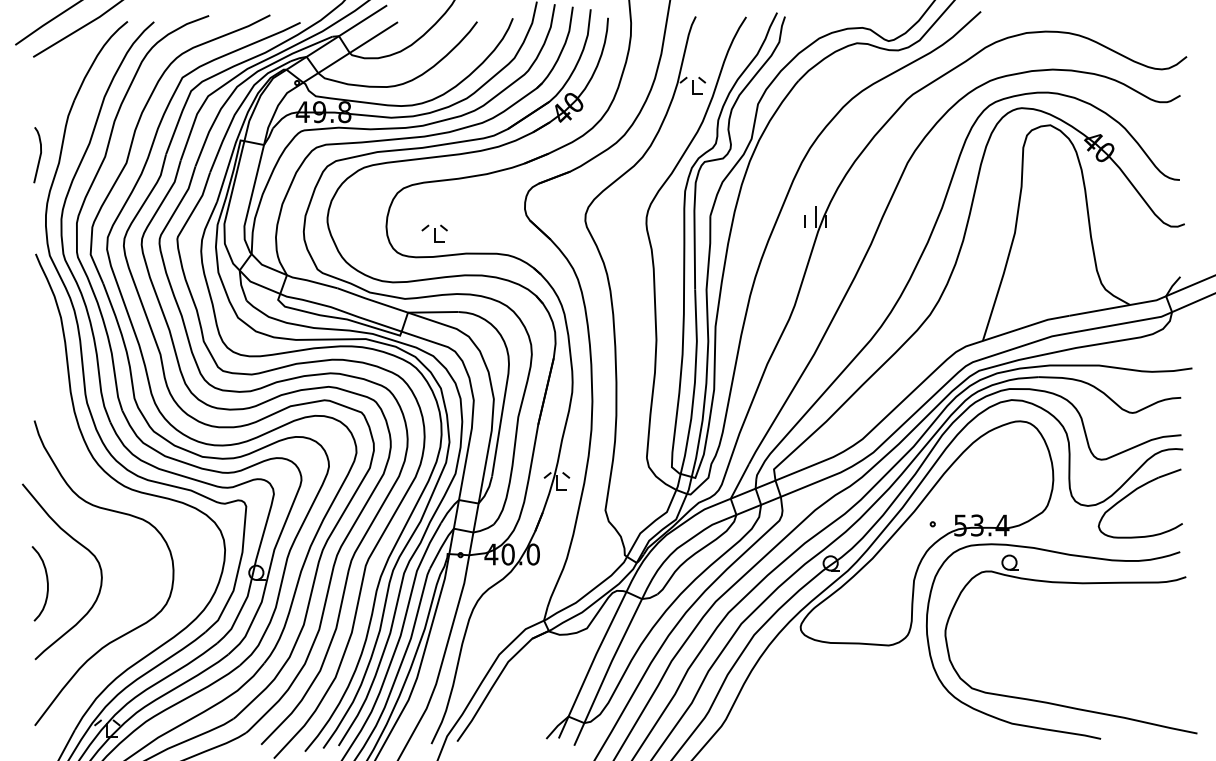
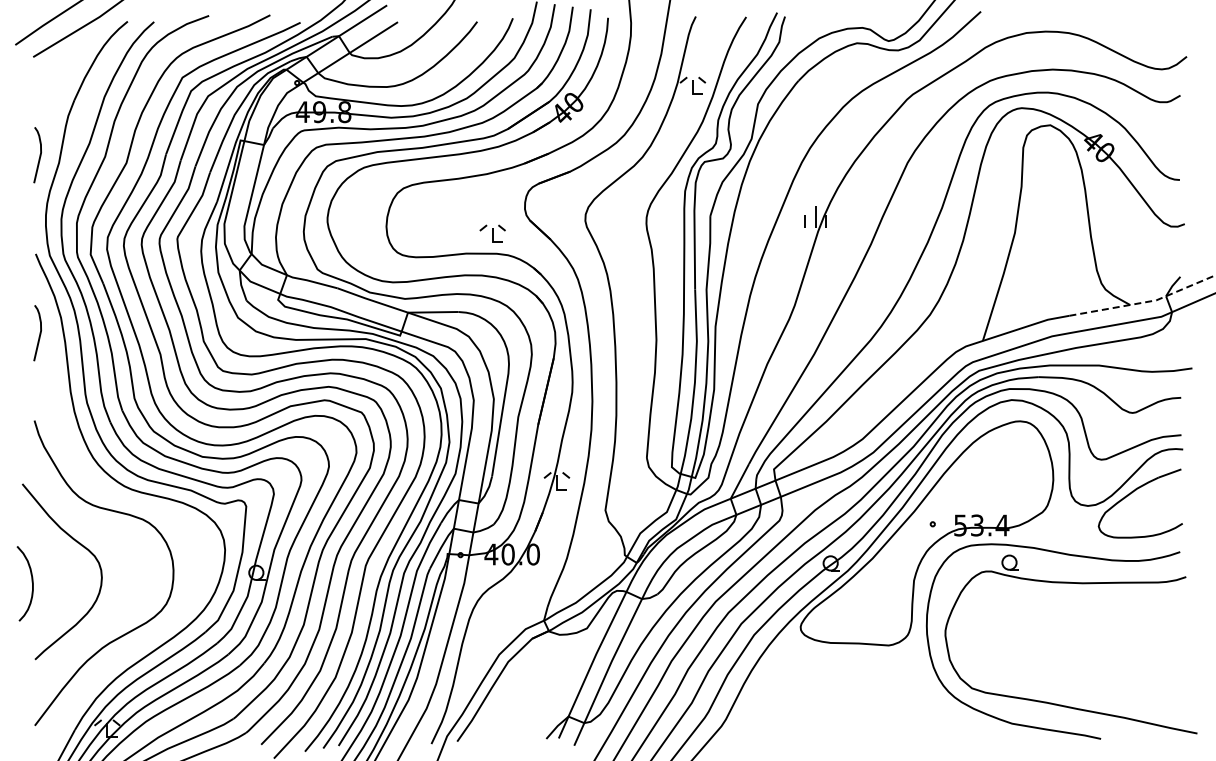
part at (434, 233) position: (434, 233) -> (492, 233)
line at (1145, 302): solid -> dashed
curve at (39, 333): none -> present
curve at (46, 582) position: (46, 582) -> (31, 582)
